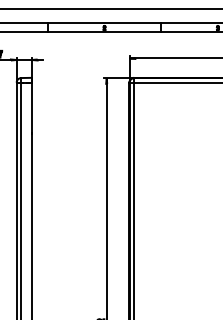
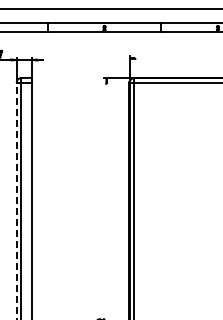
line at (177, 58): present -> none
line at (106, 199): present -> none
line at (16, 200): solid -> dashed
